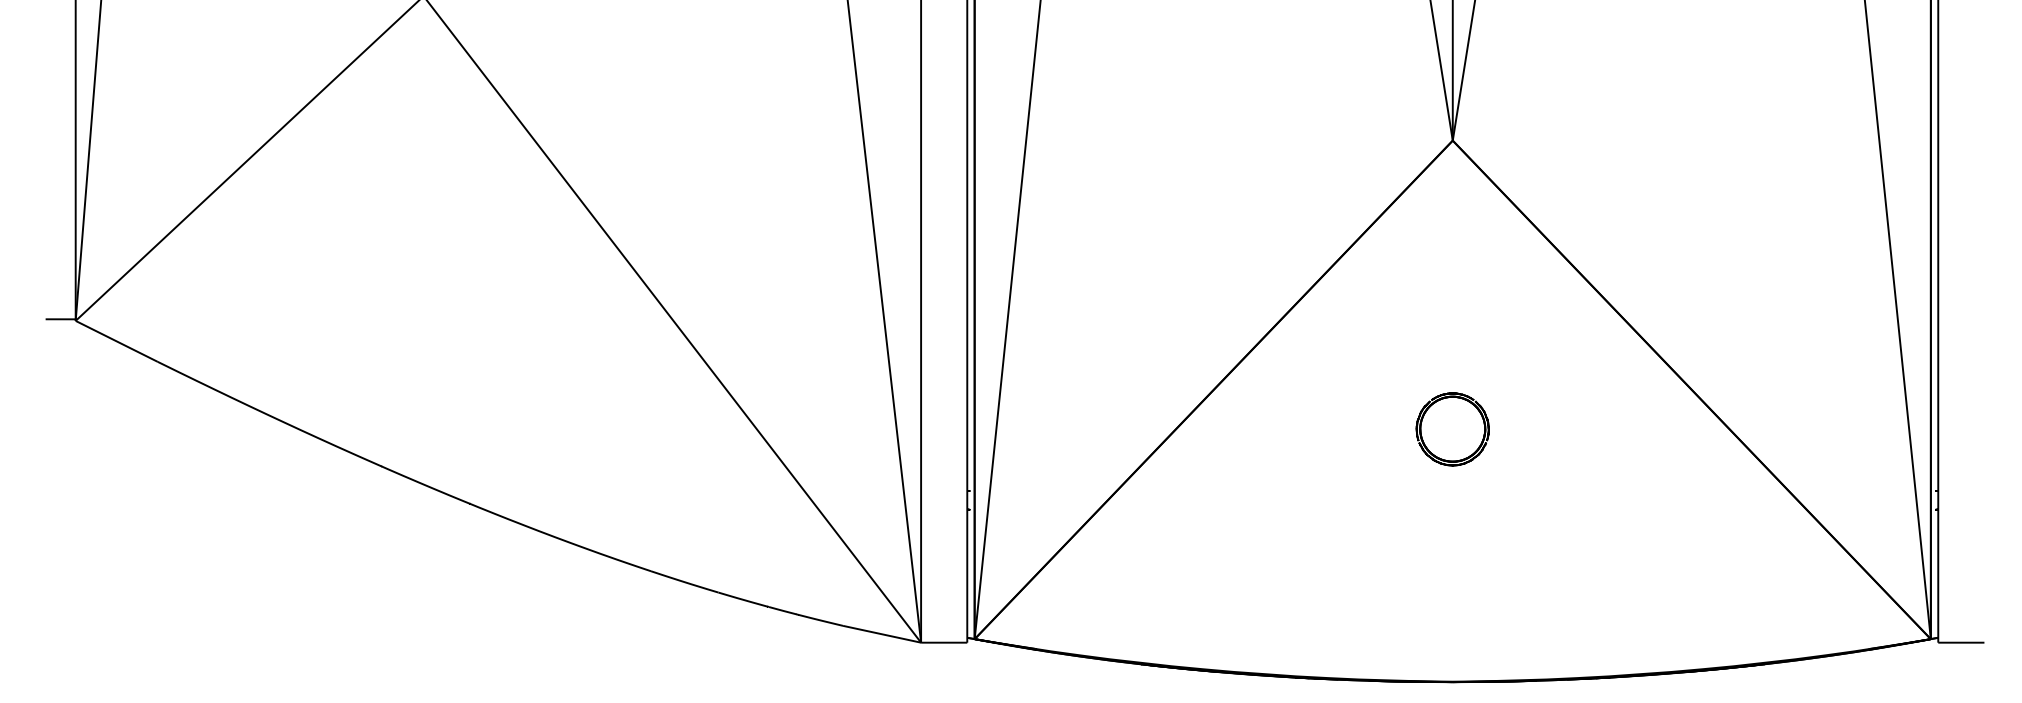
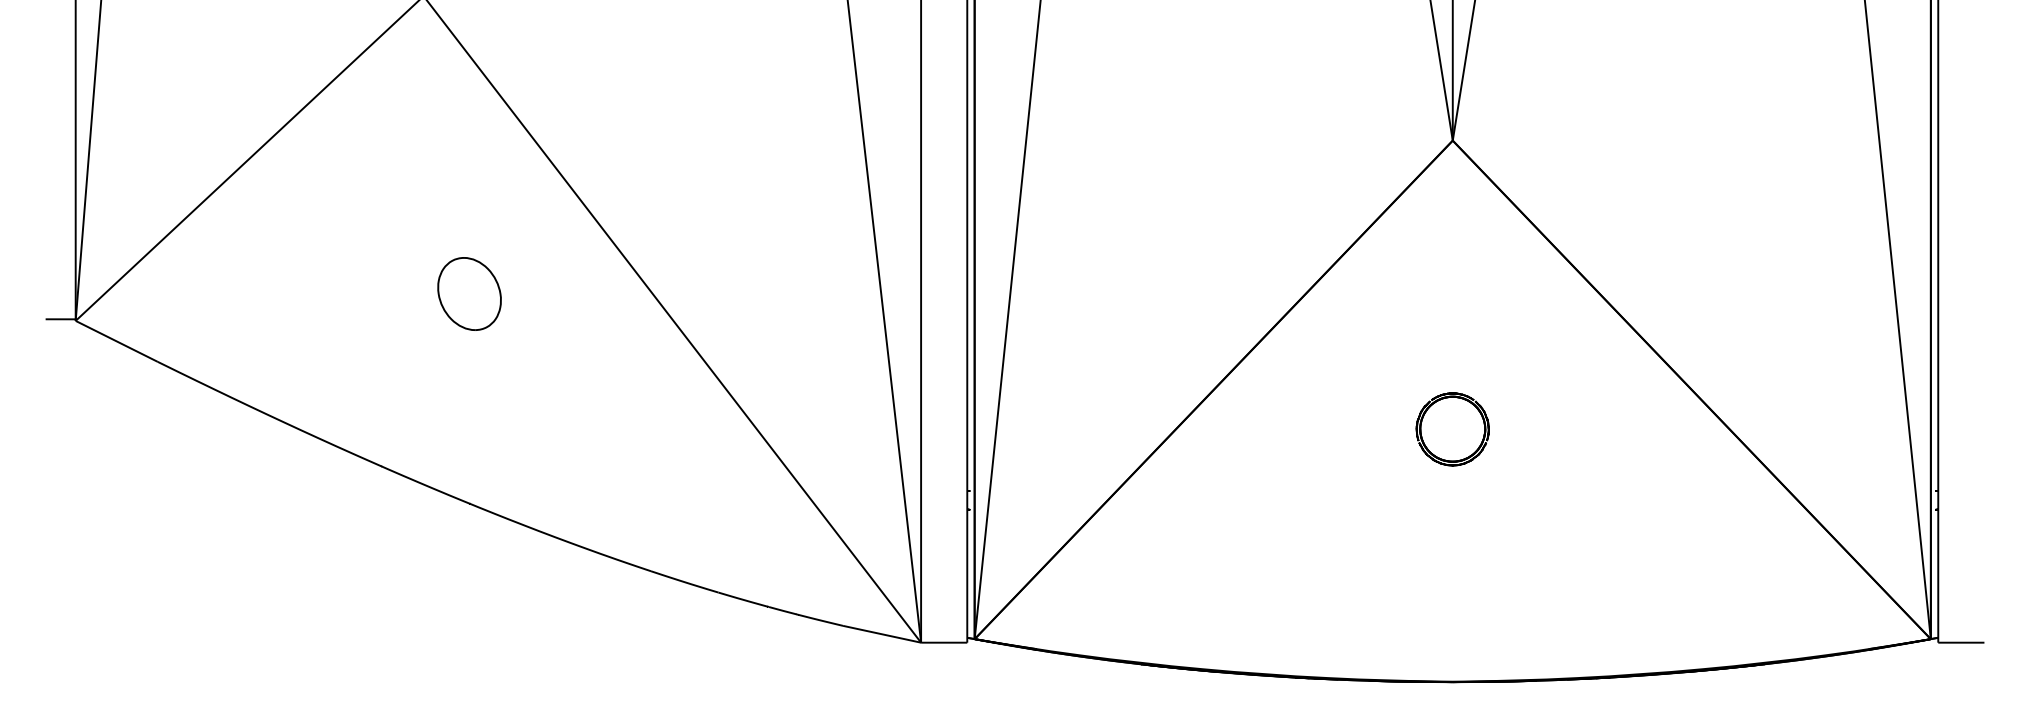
part at (469, 293): none -> present
